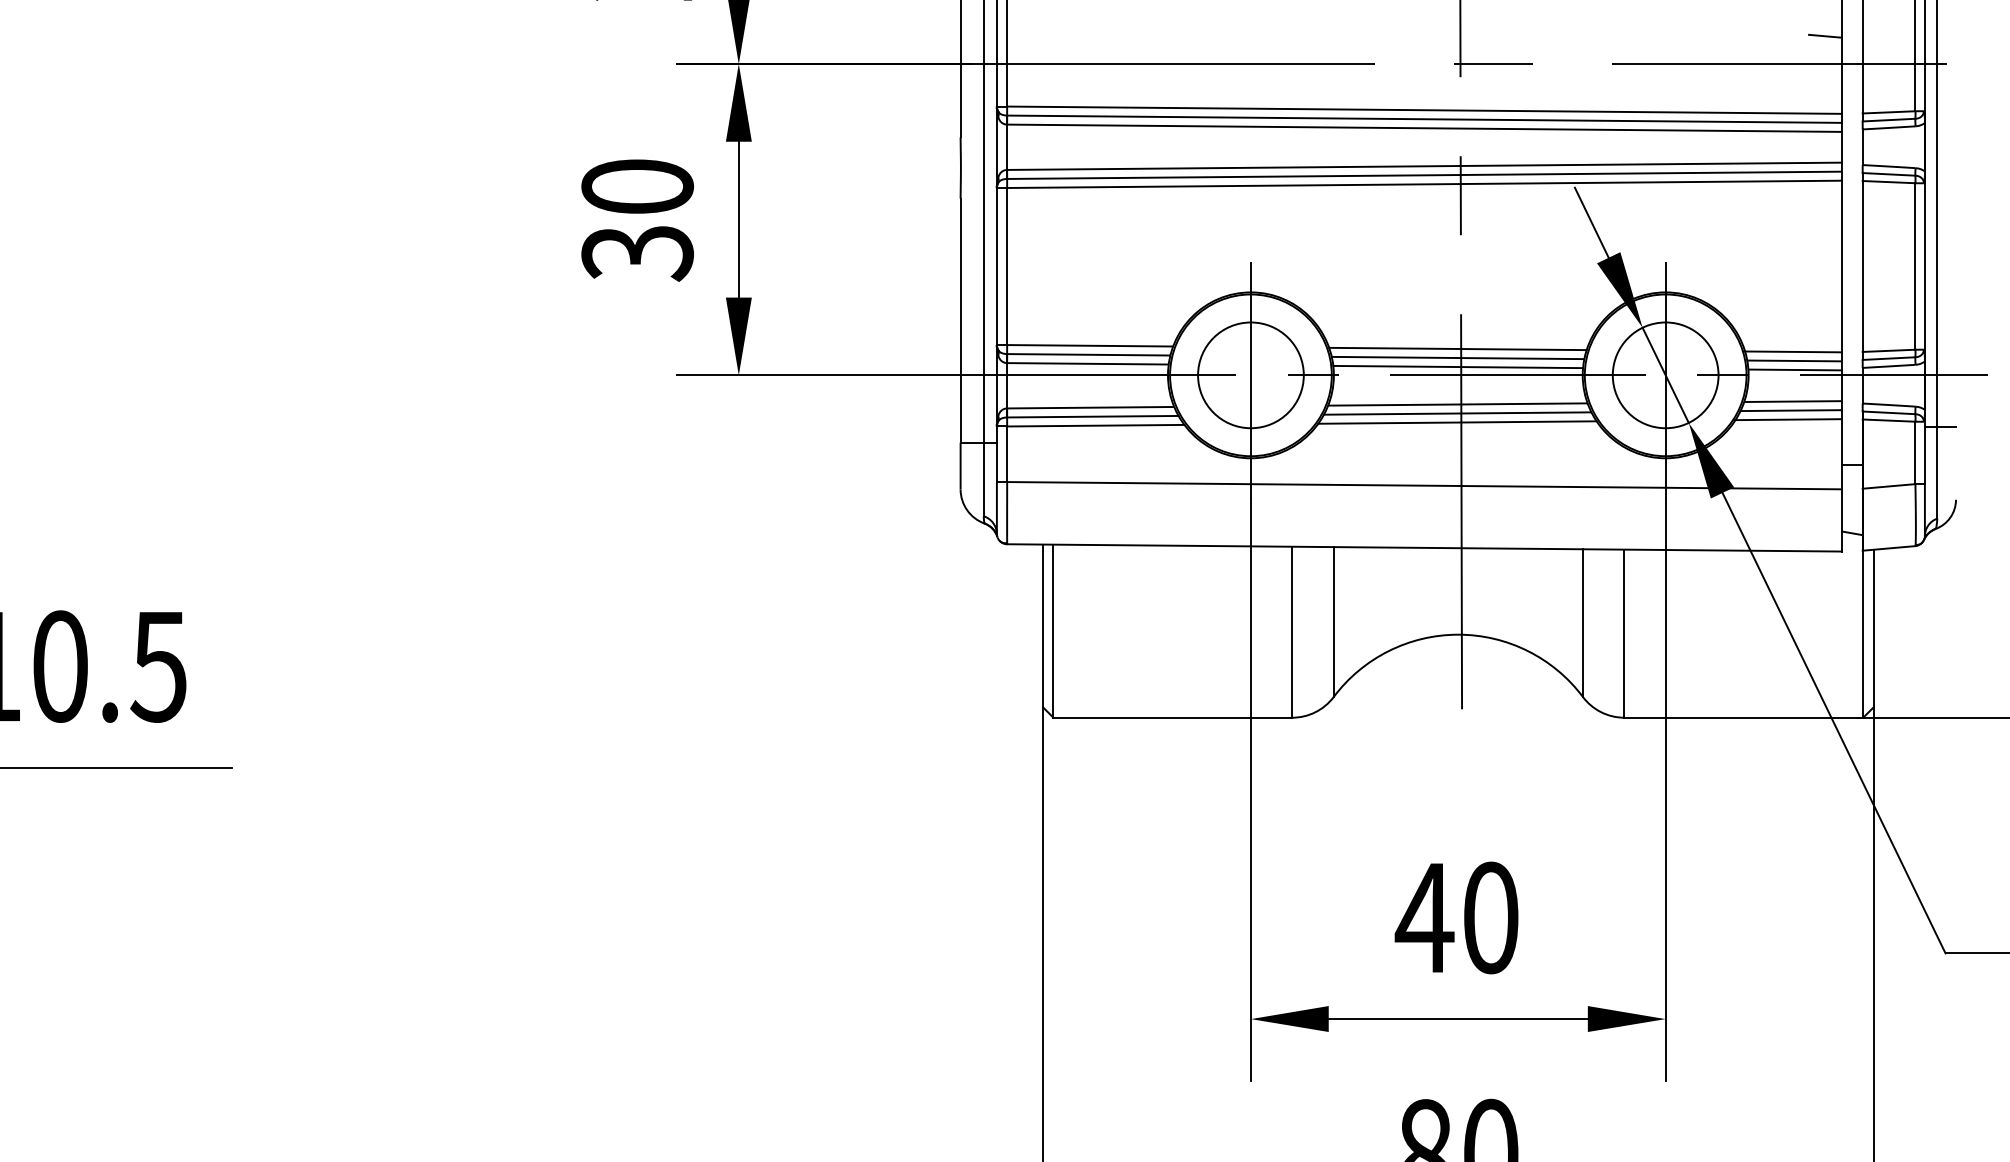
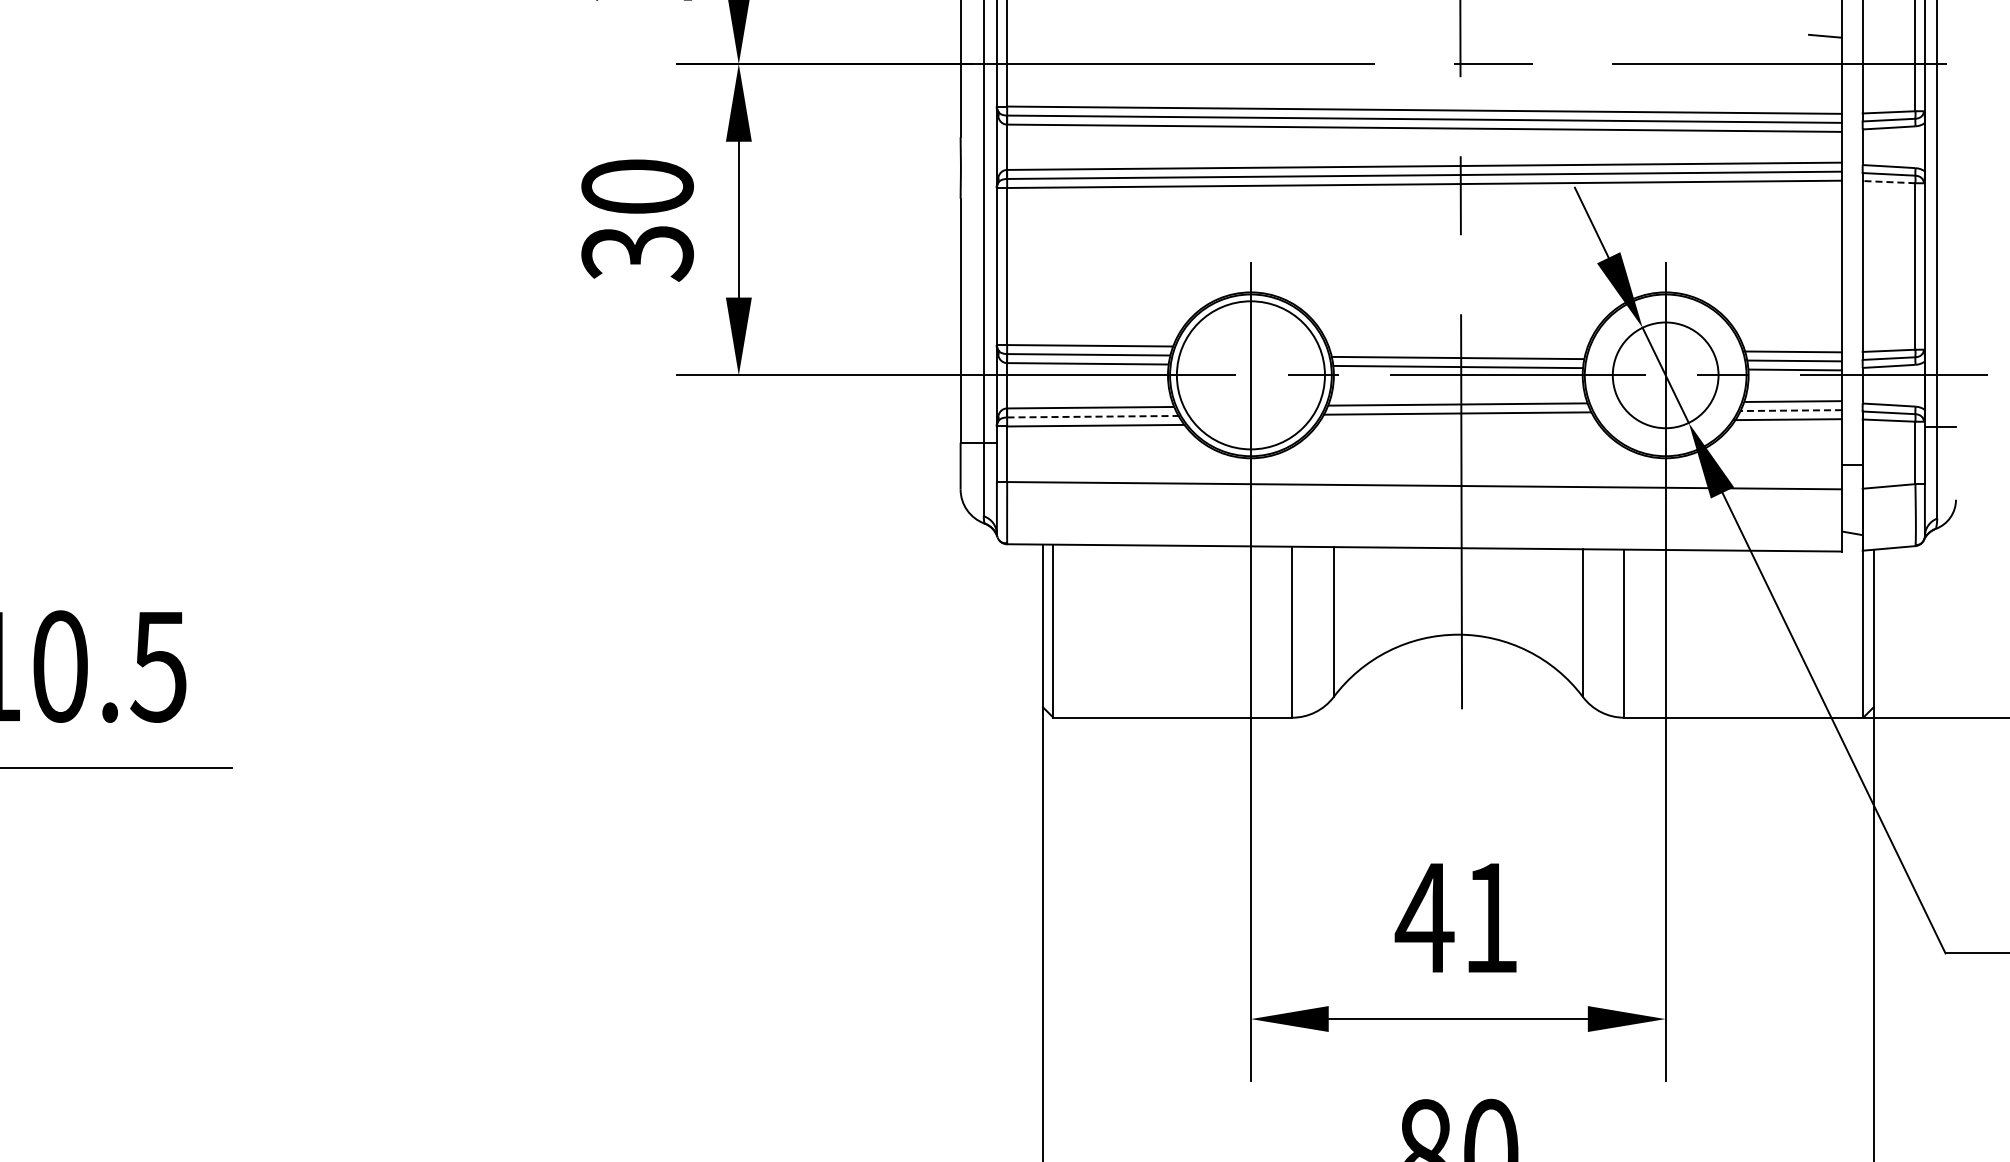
line at (1888, 182): solid -> dashed
line at (1457, 348): present -> none
circle at (1250, 375) diameter: 106 px -> 148 px
line at (1789, 410): solid -> dashed
line at (1092, 416): solid -> dashed
line at (1457, 422): present -> none
text at (1491, 917): 40 -> 41
